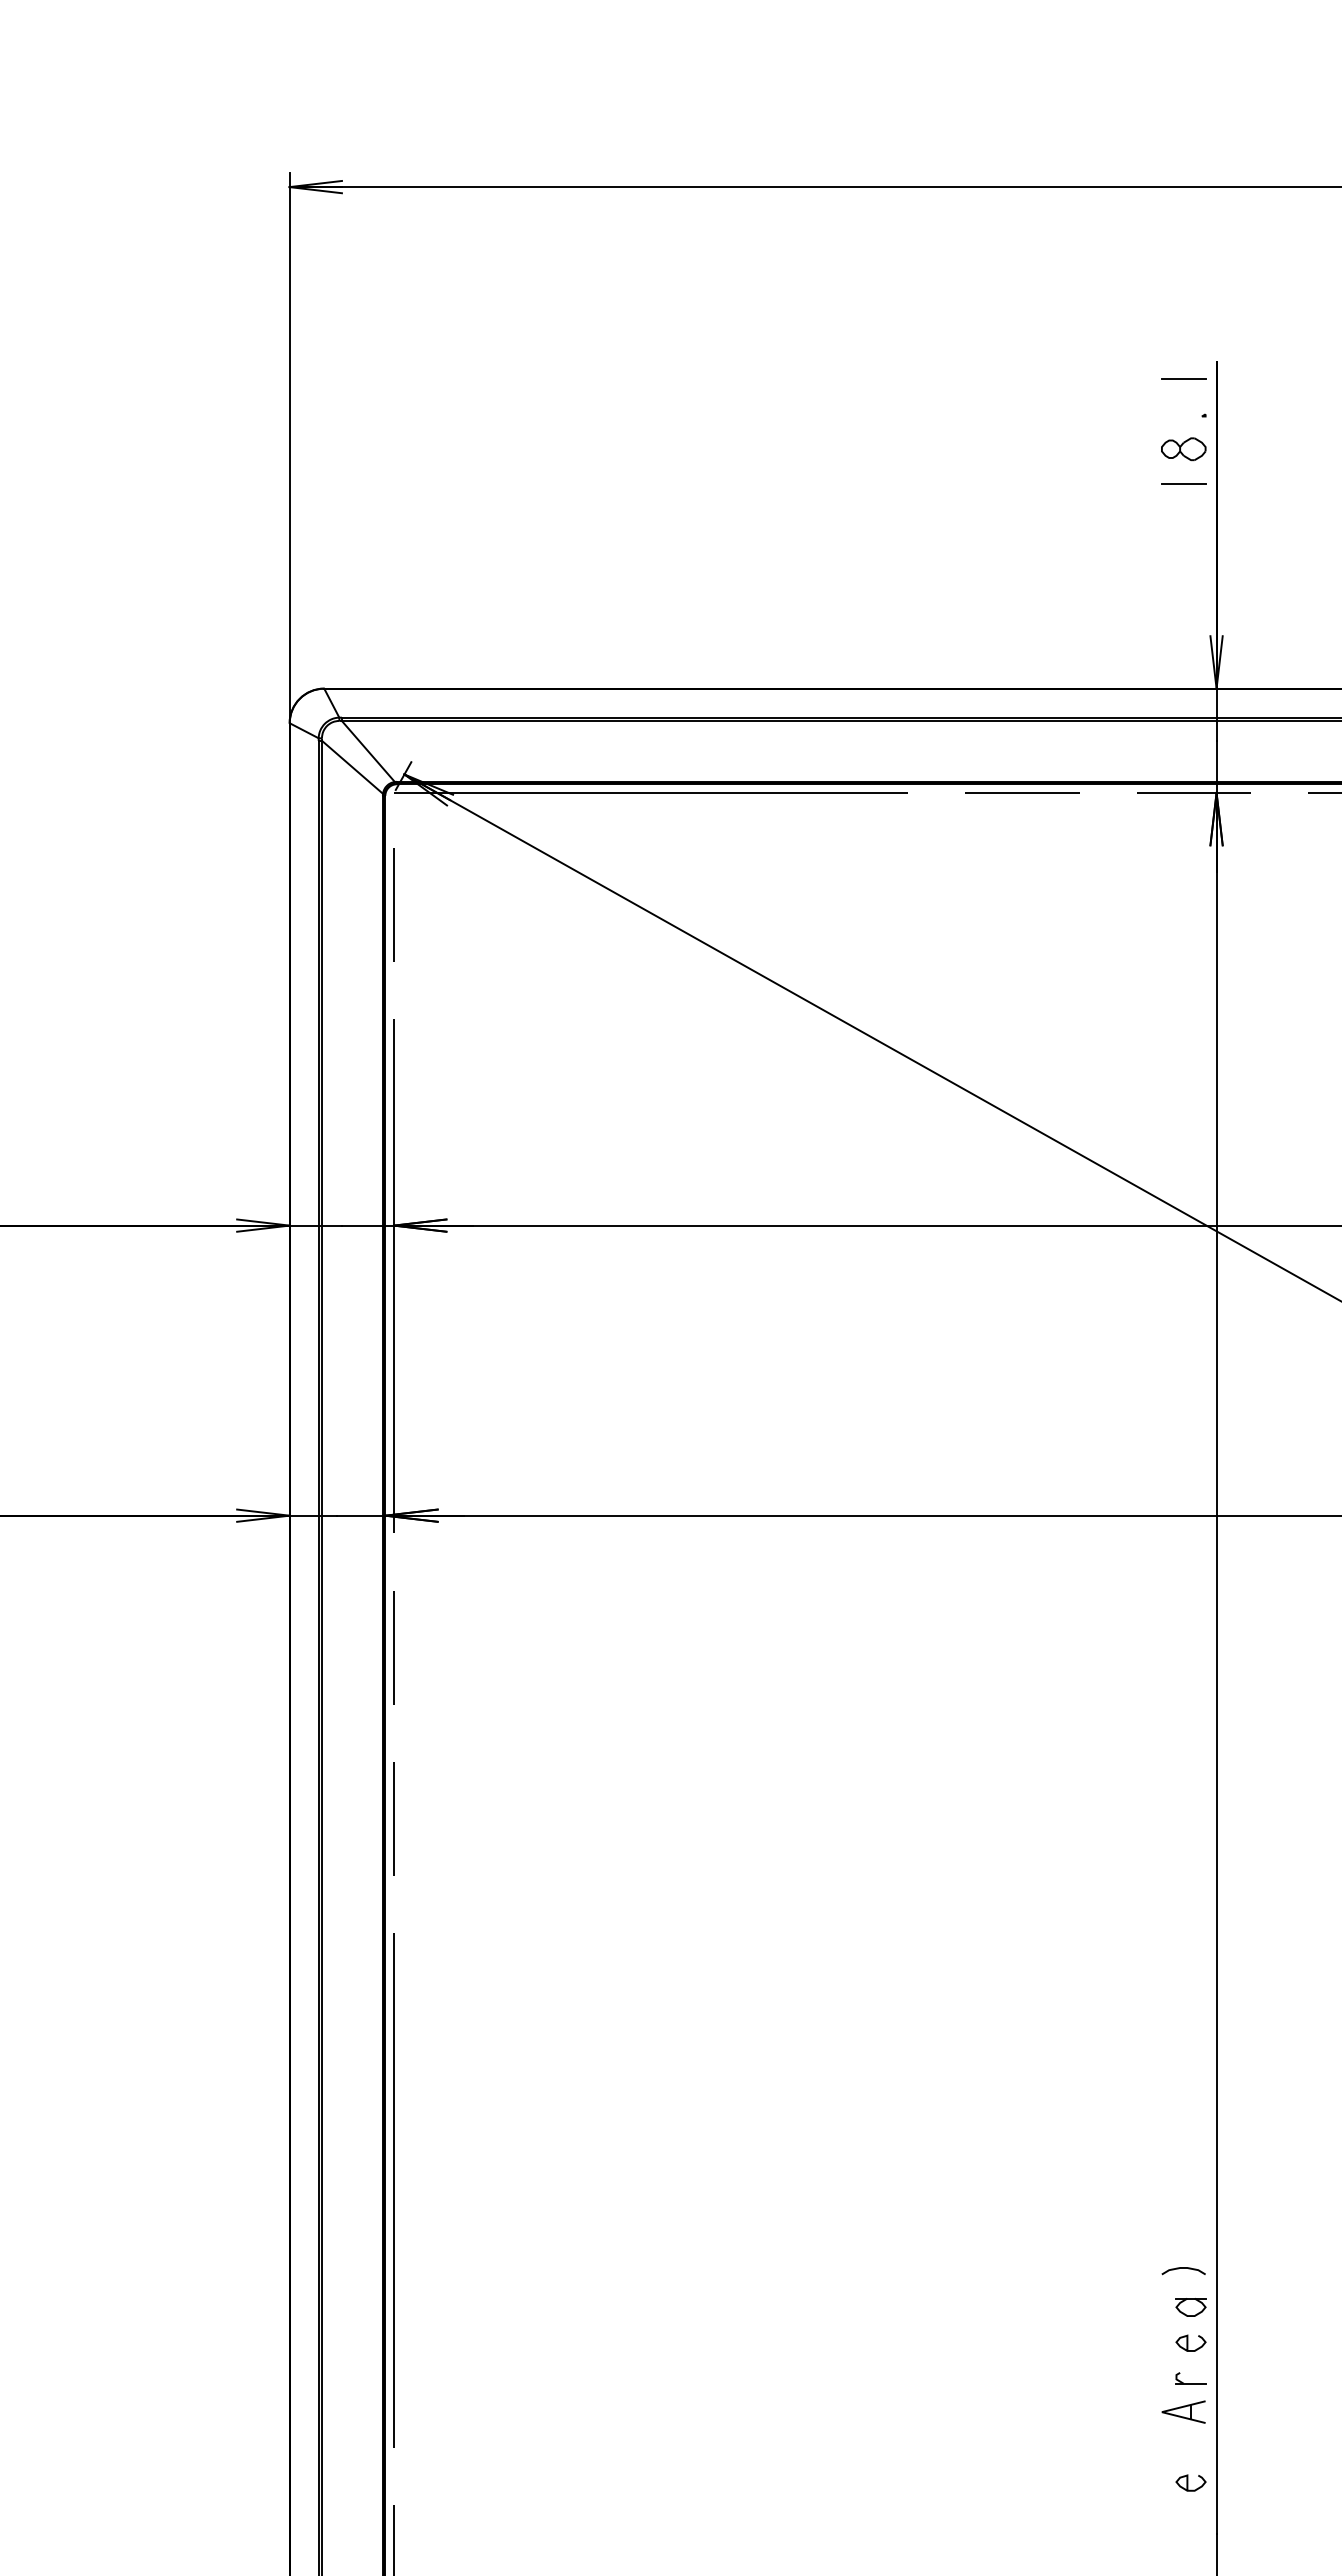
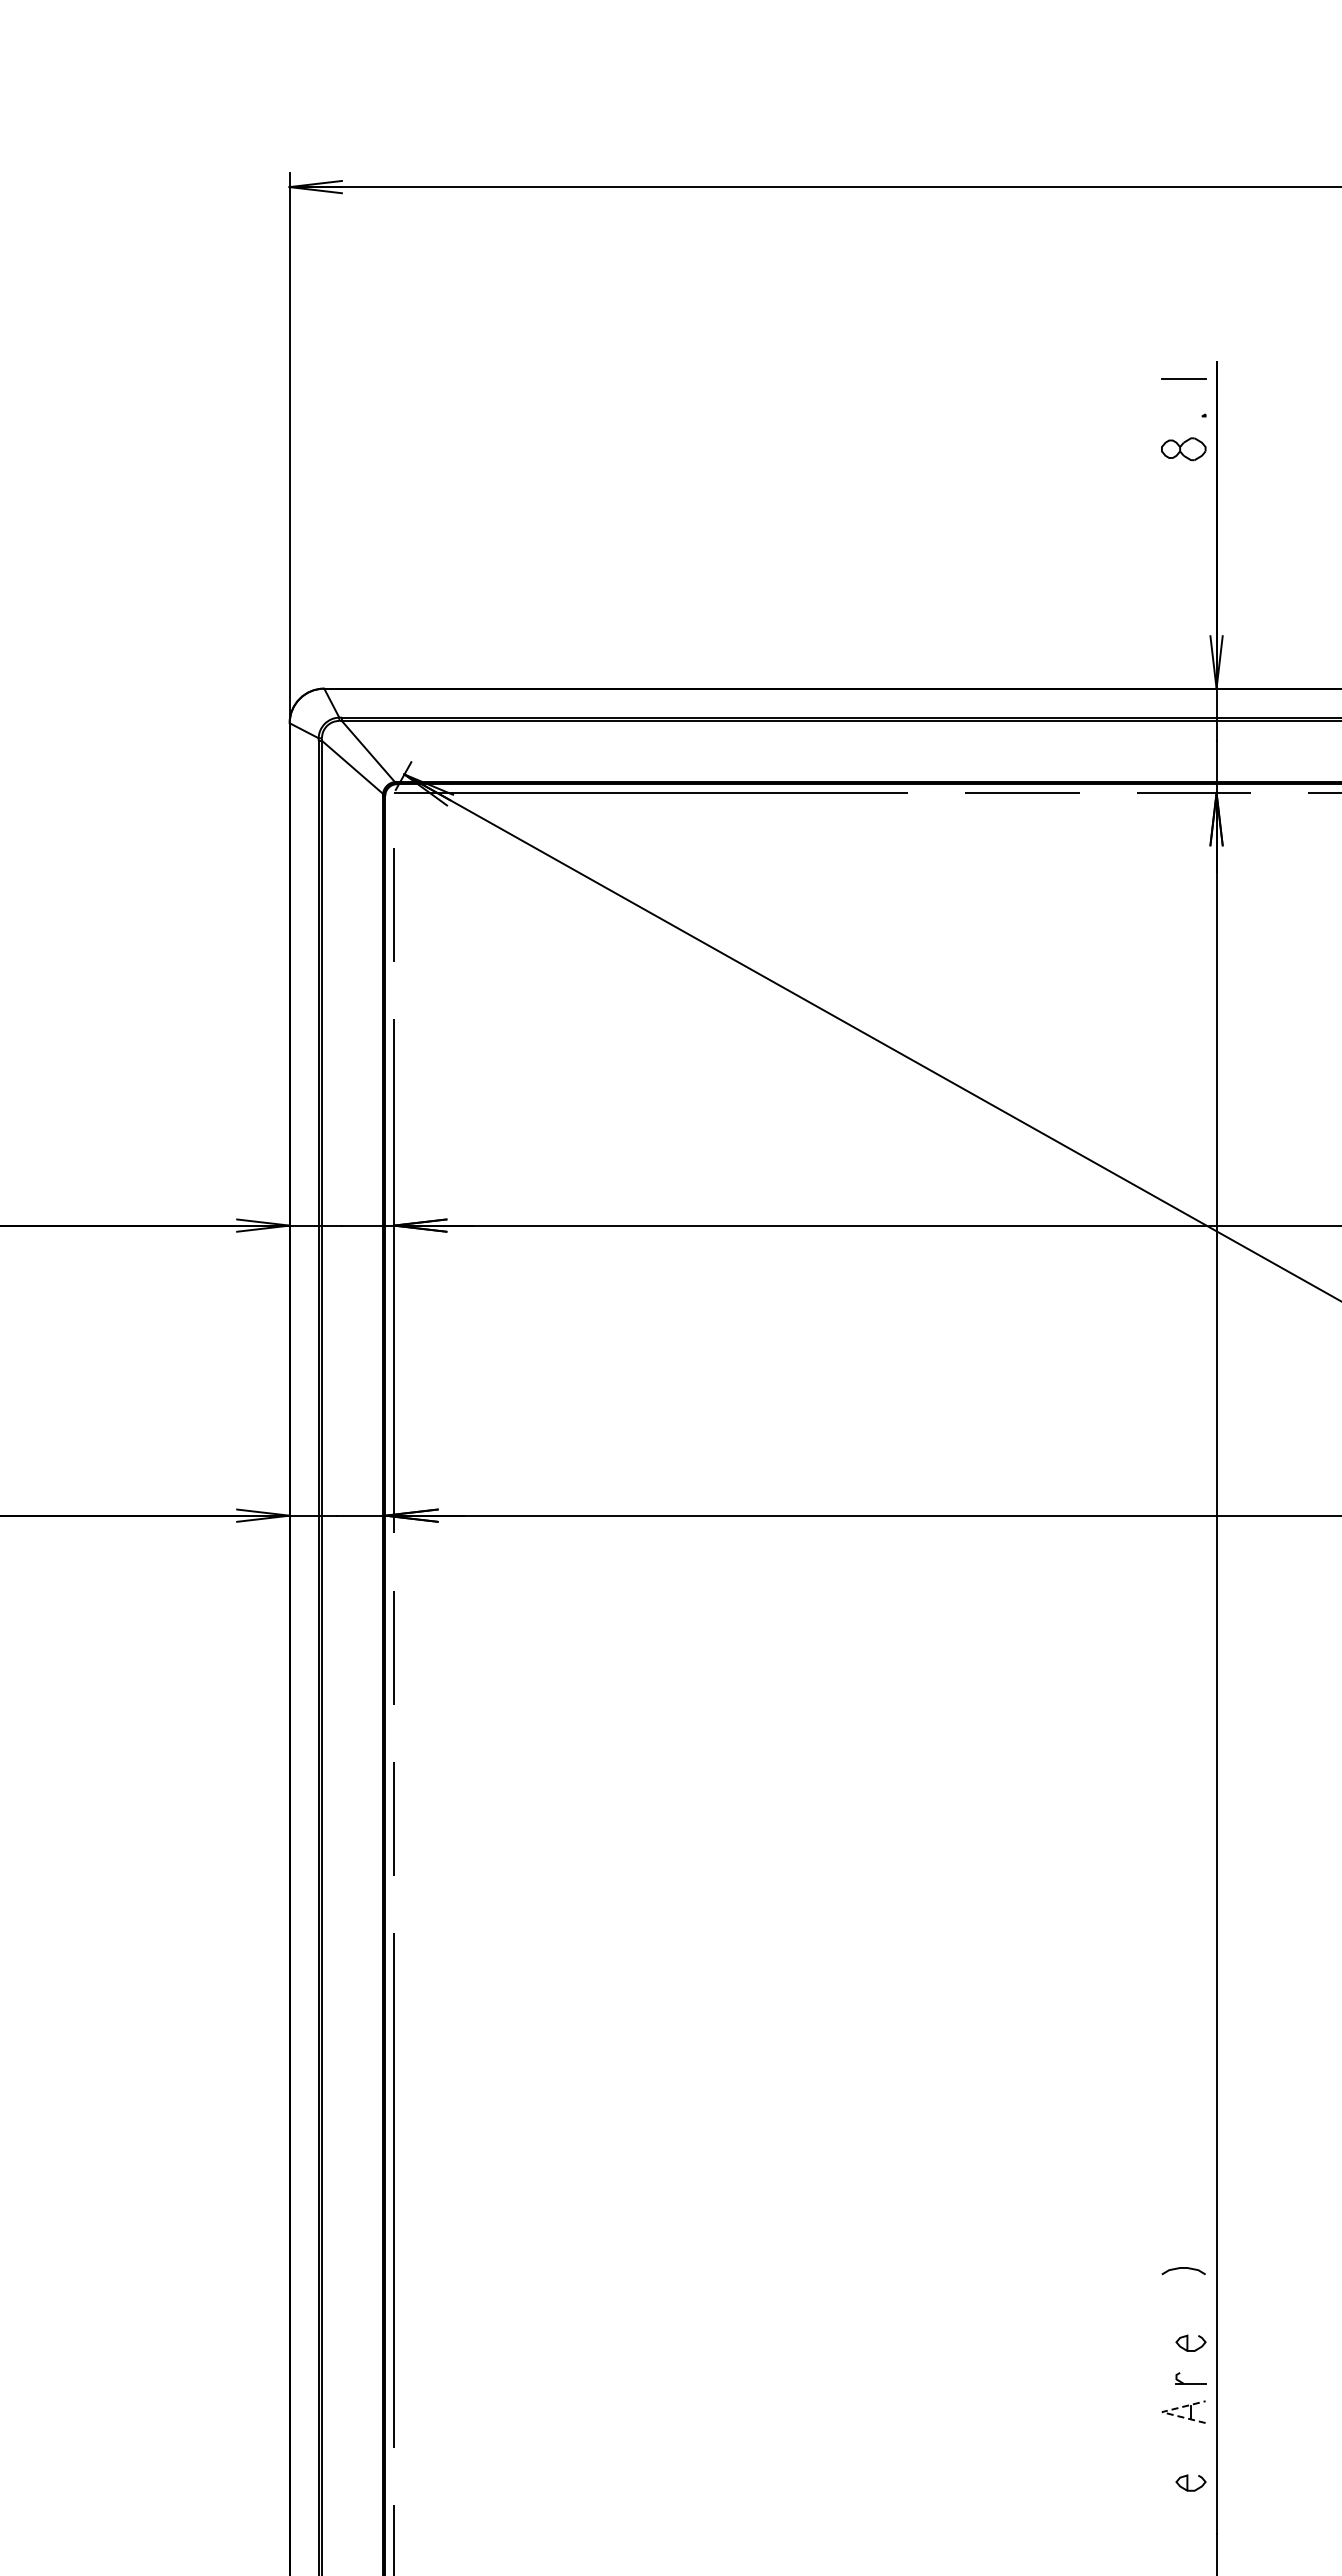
line at (1183, 484): present -> none
part at (1190, 2307): present -> none
line at (1161, 2412): solid -> dashed
